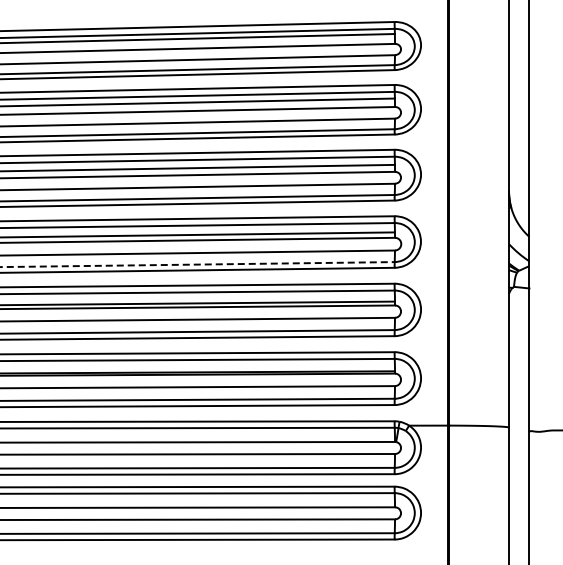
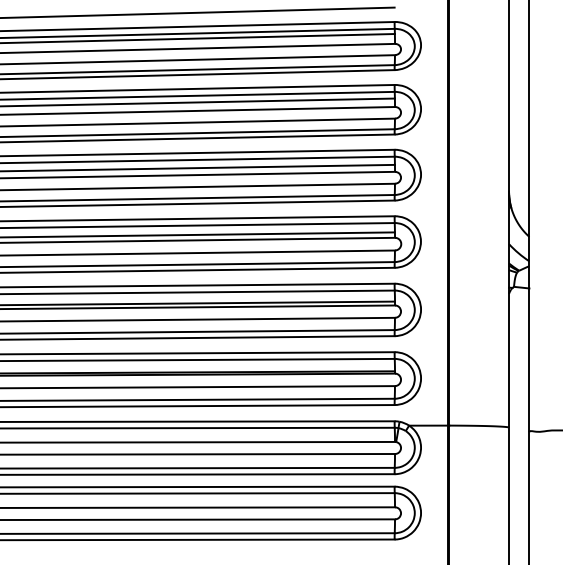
line at (198, 12): none -> present
line at (197, 264): dashed -> solid
